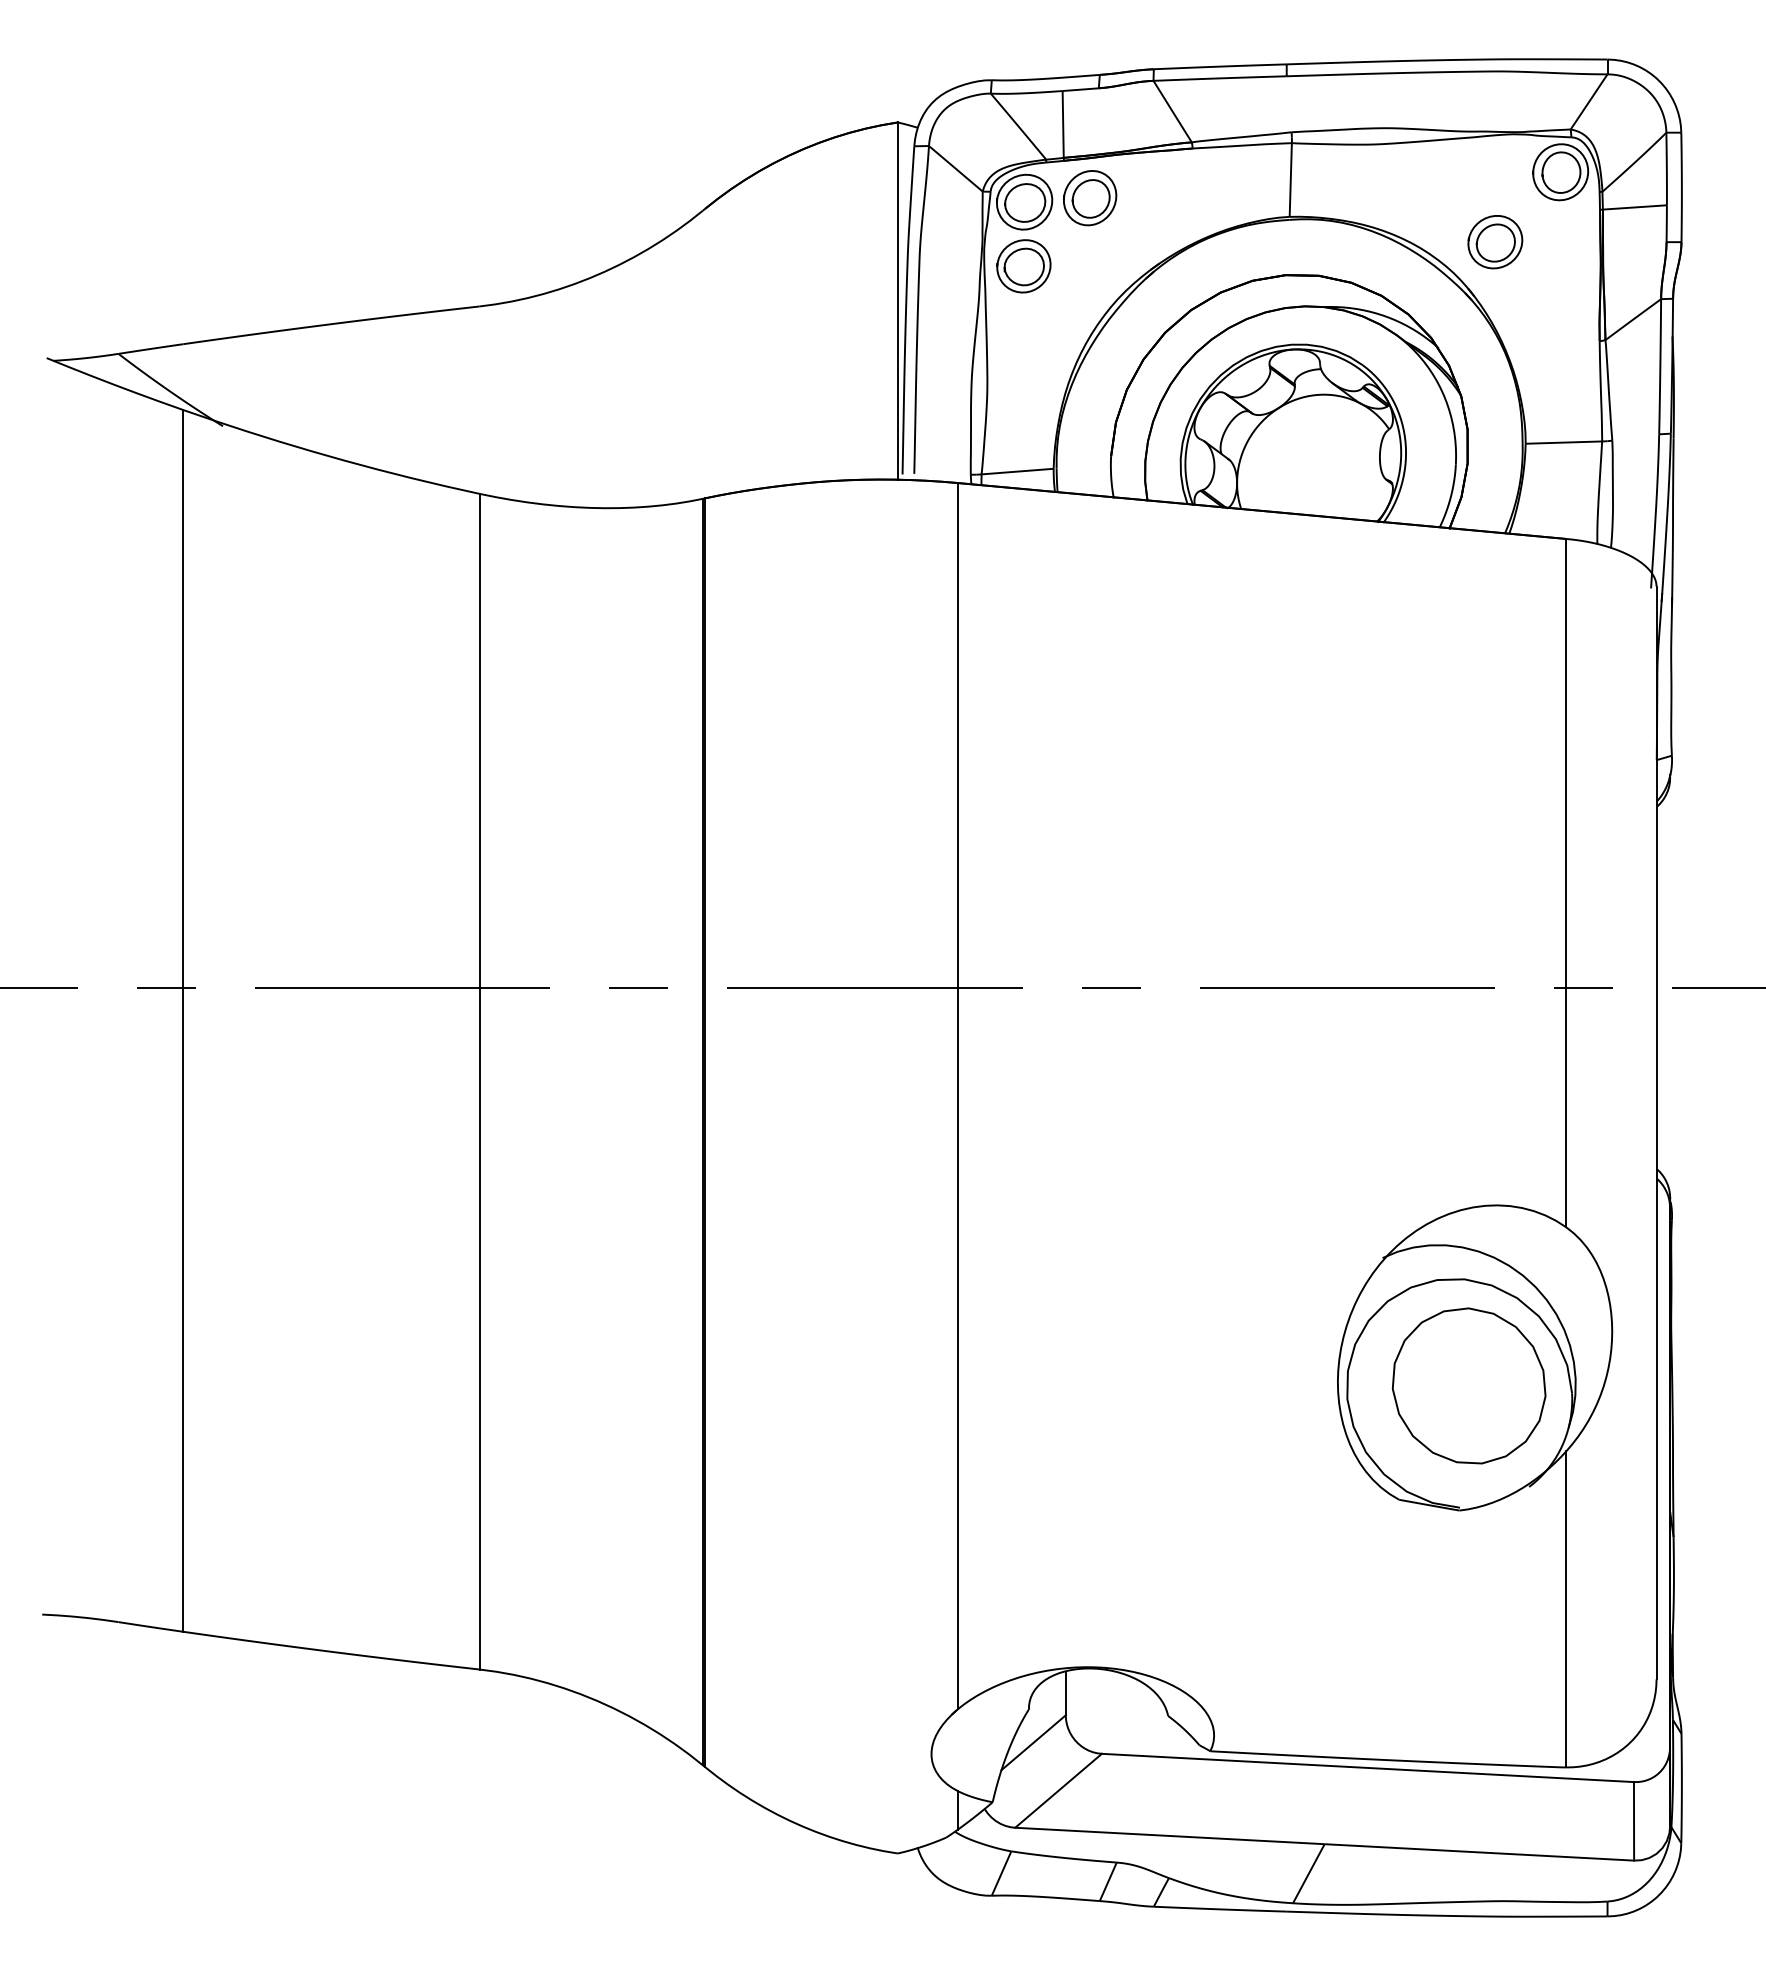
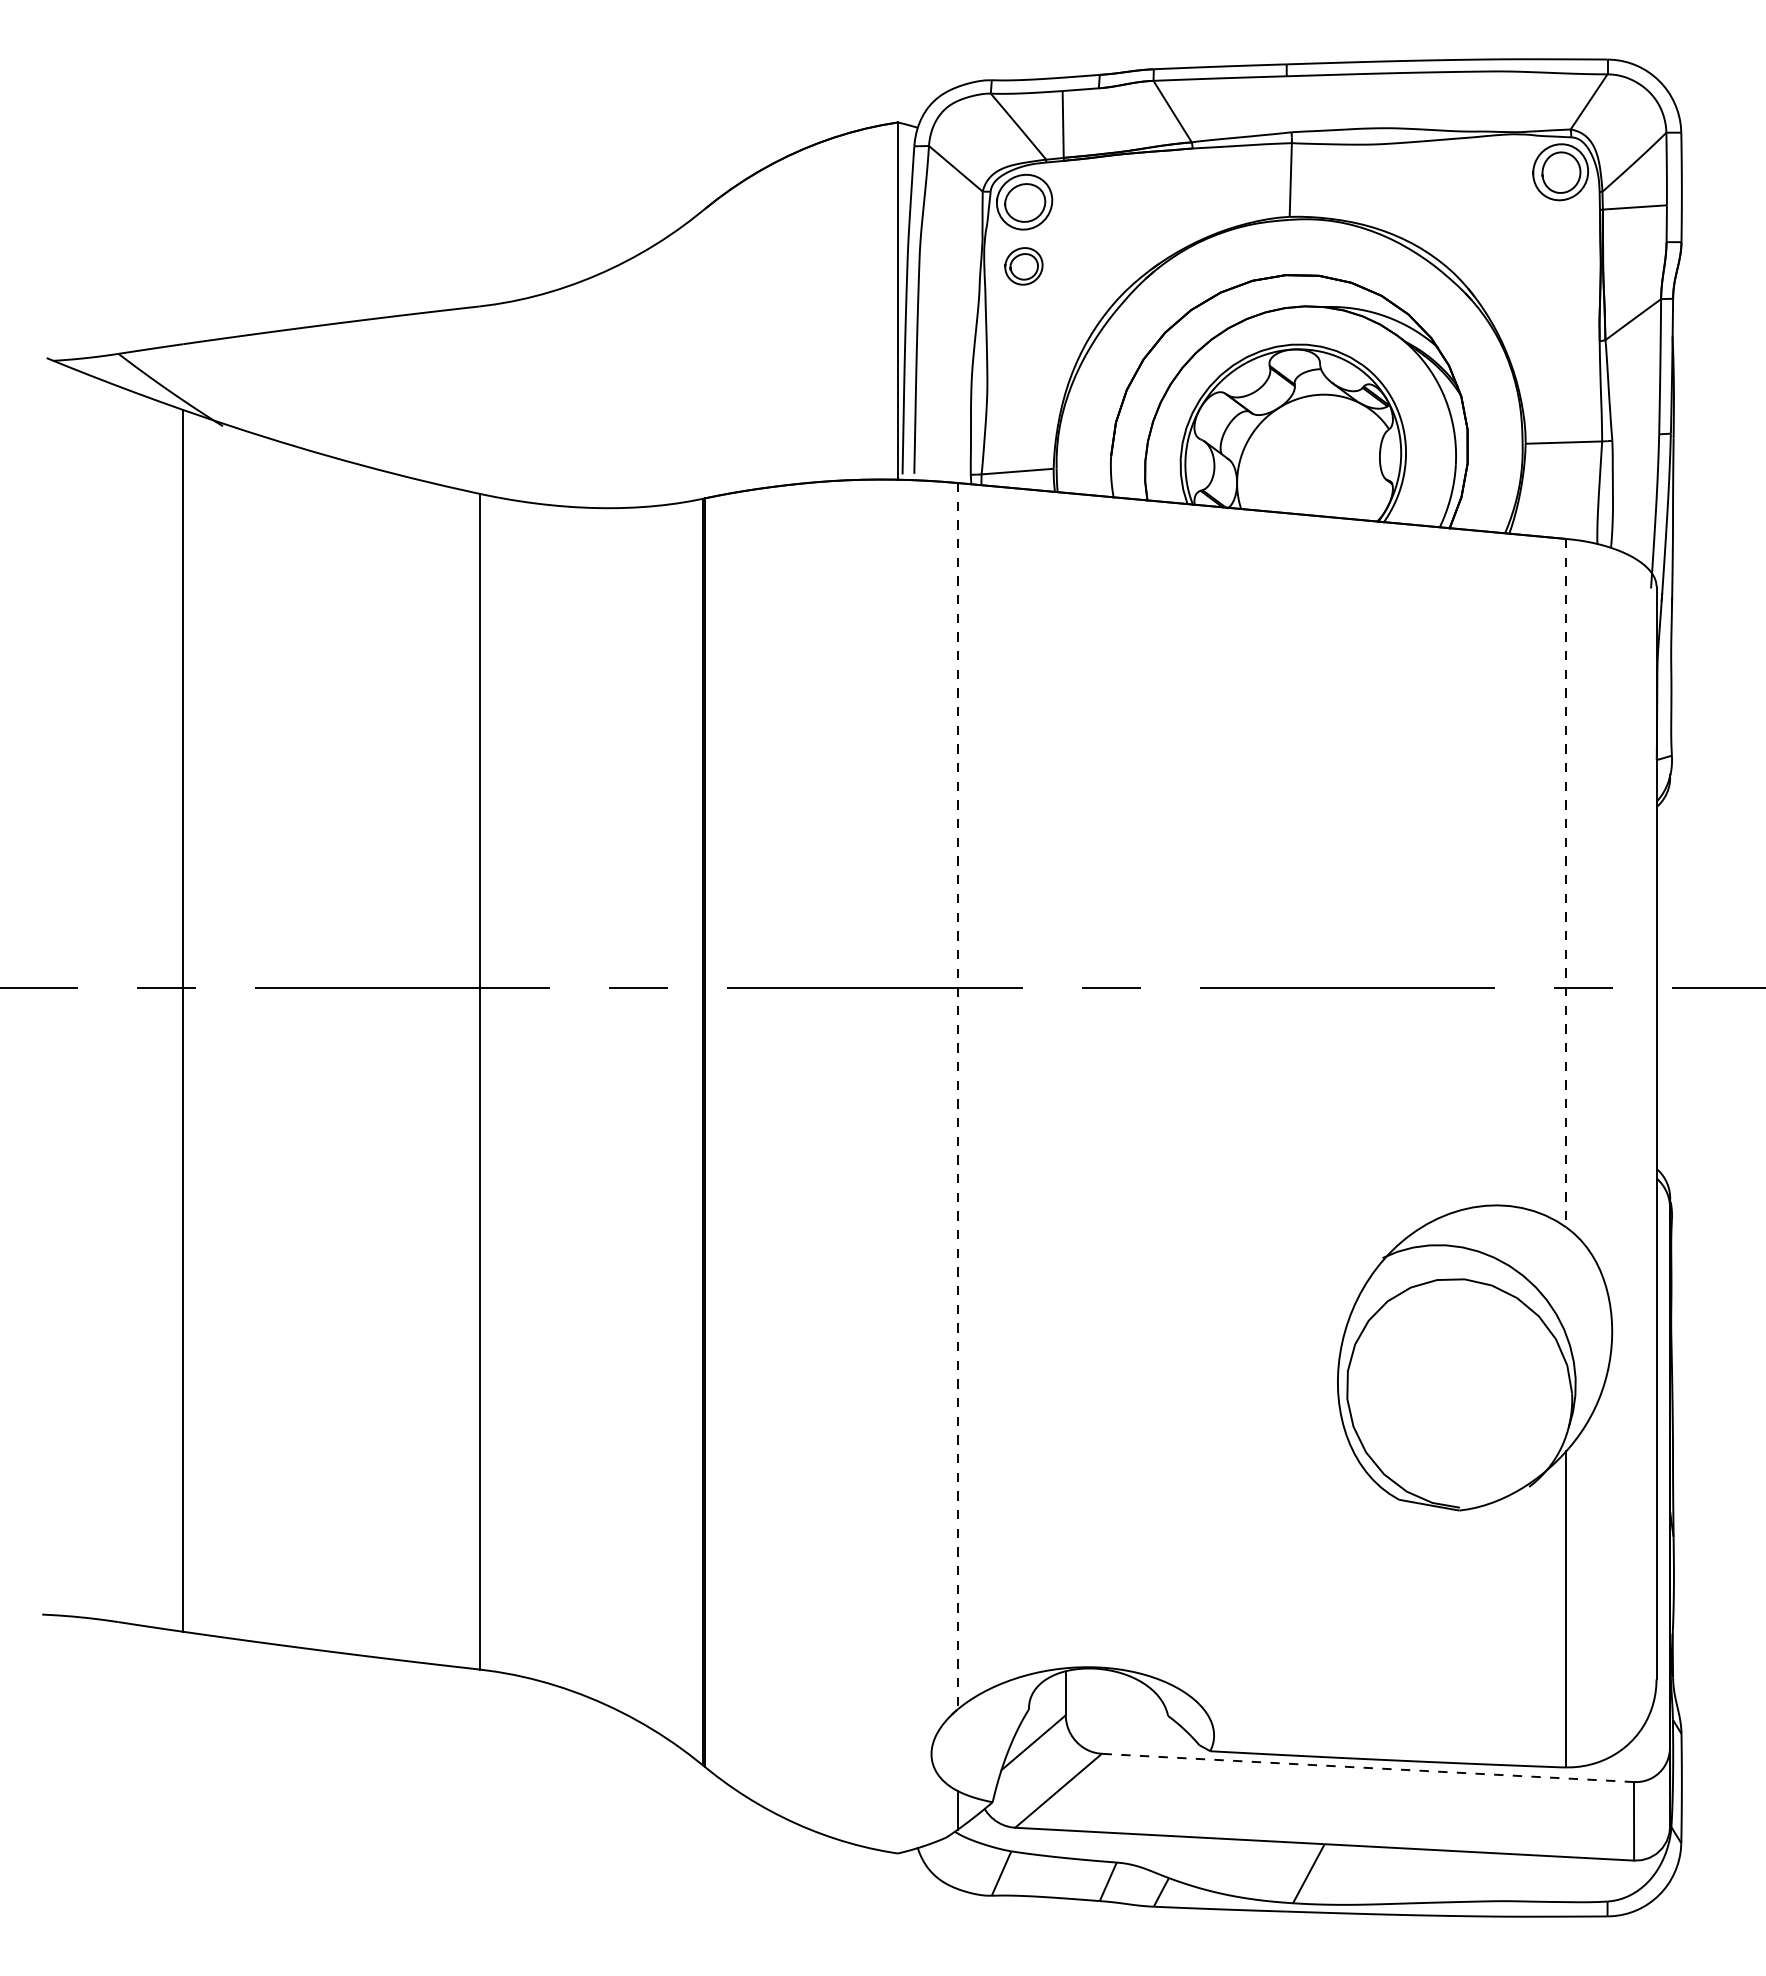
part at (1090, 198): present -> none
part at (1495, 242): present -> none
part at (1023, 266) size: 56x55 px -> 40x39 px
line at (1566, 883): solid -> dashed
line at (958, 1096): solid -> dashed
part at (1468, 1385): present -> none
line at (1367, 1767): solid -> dashed
